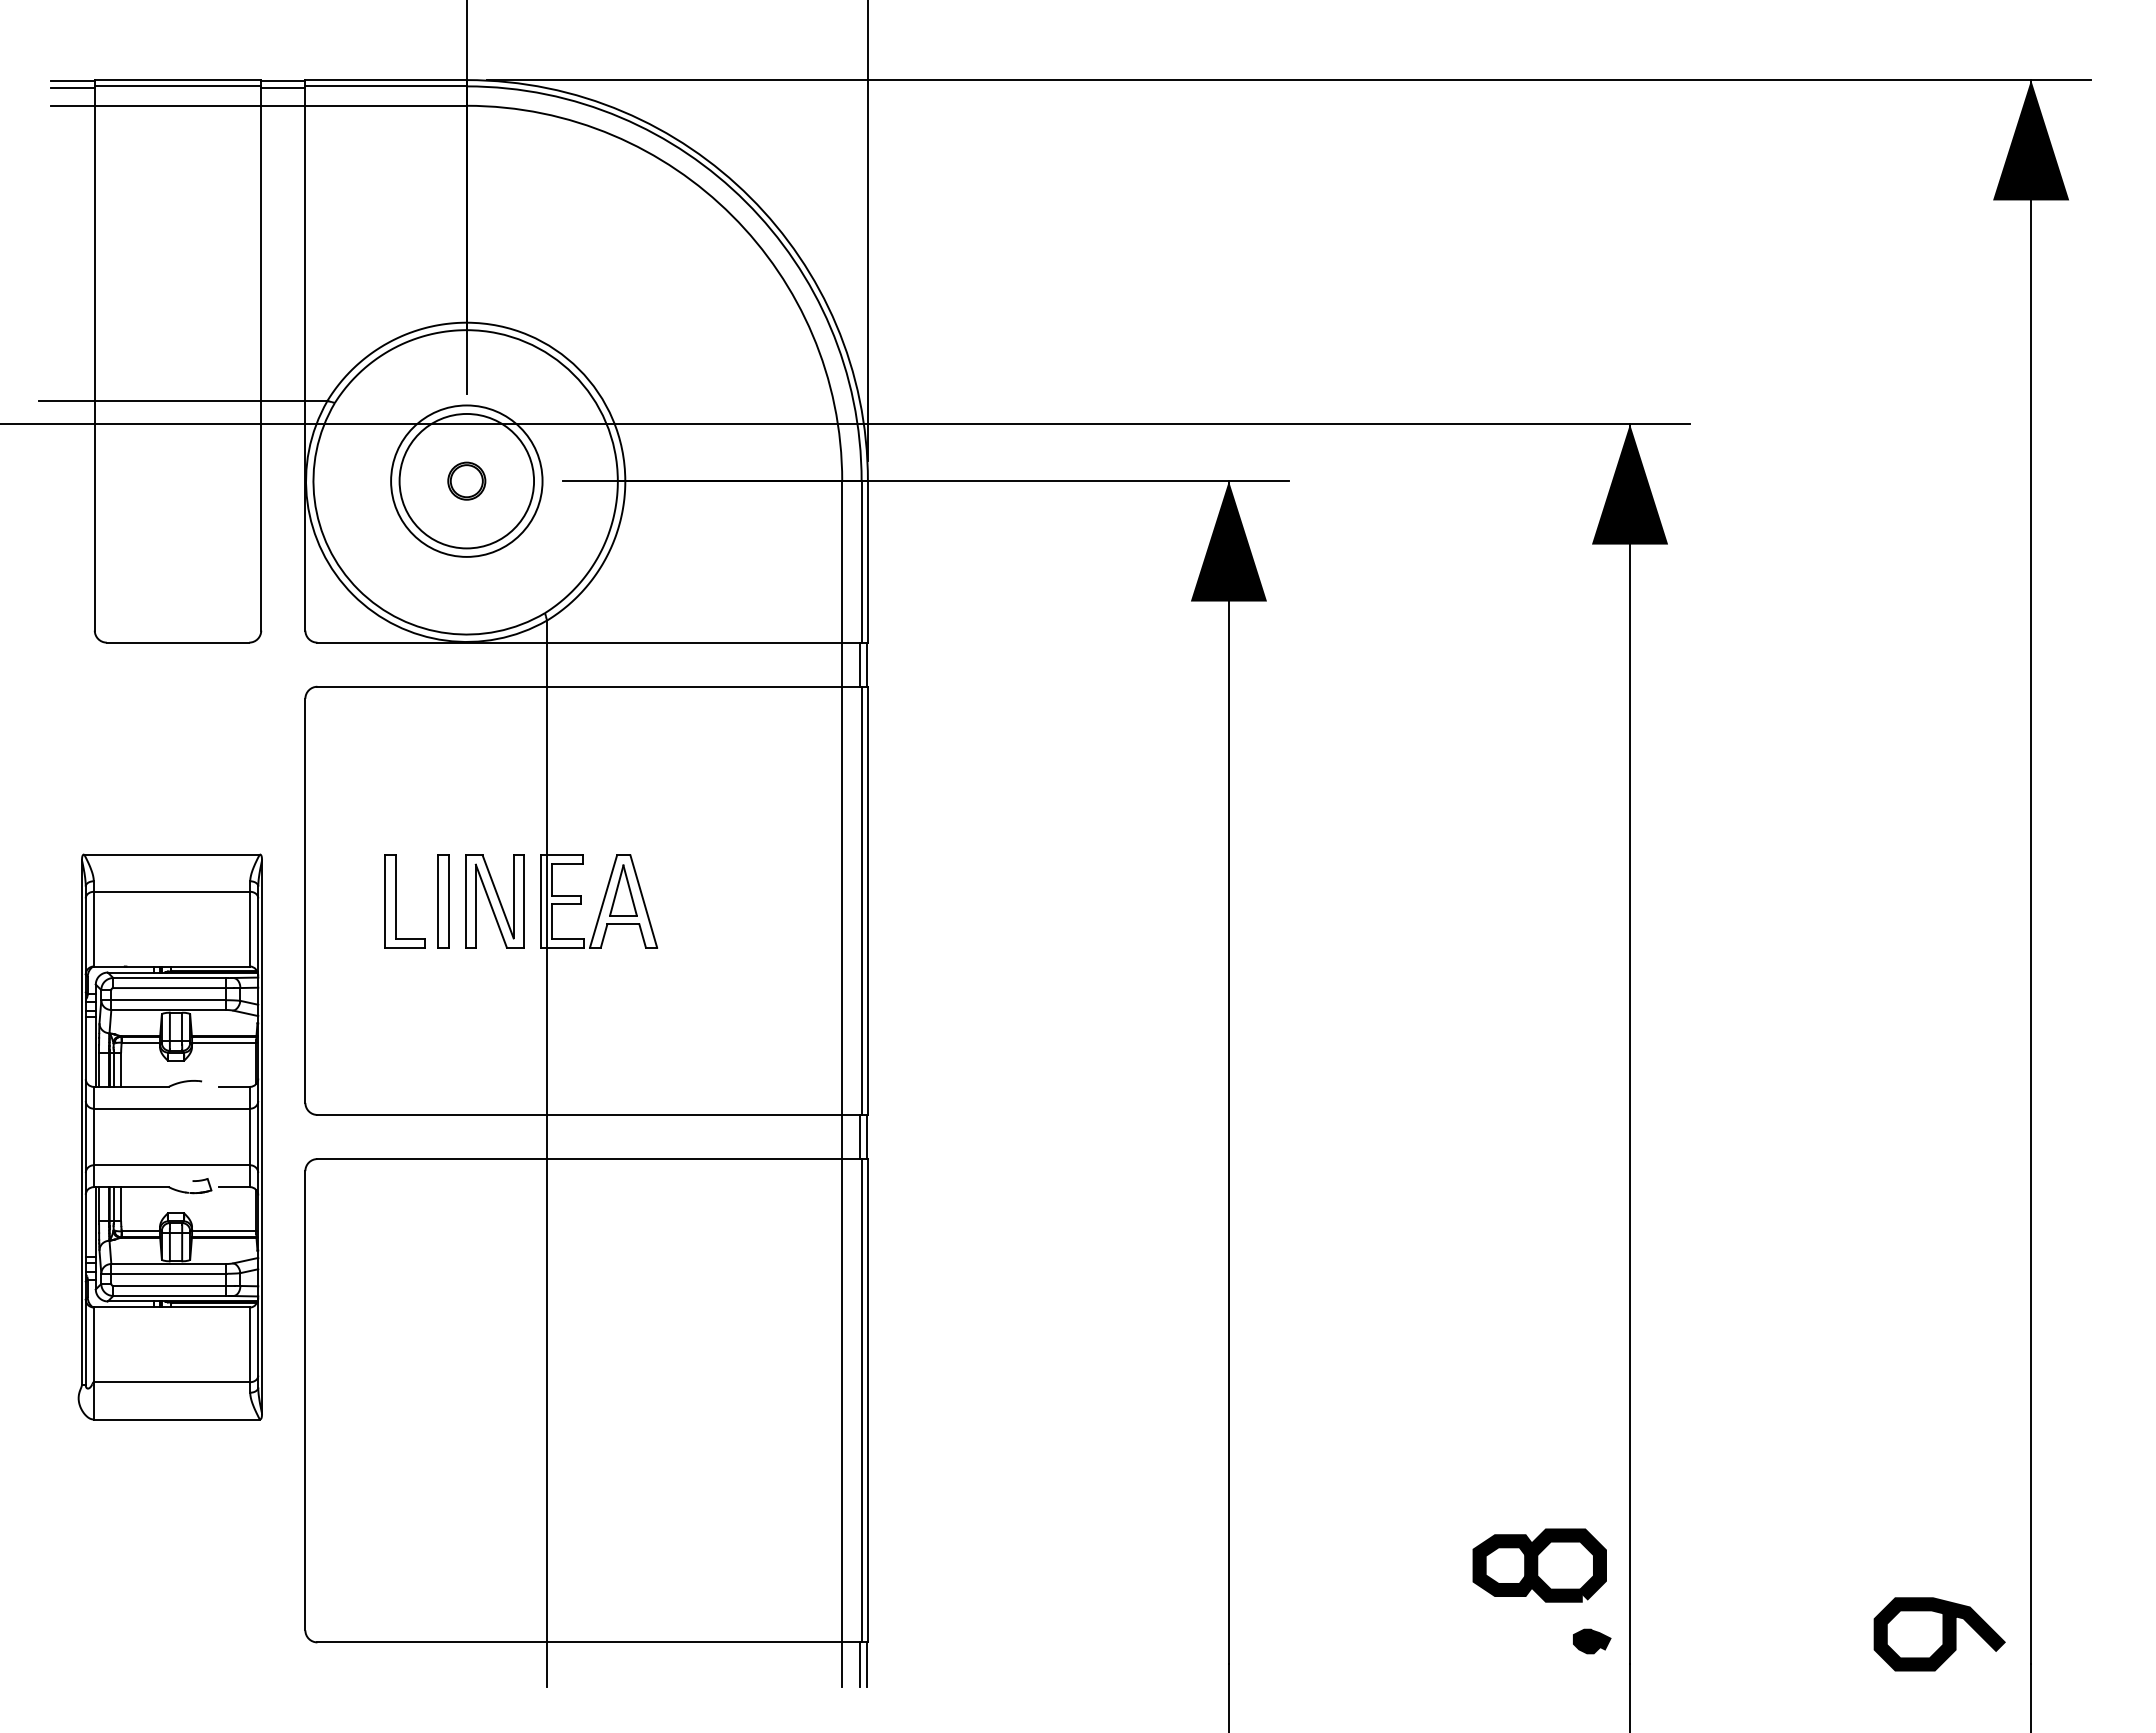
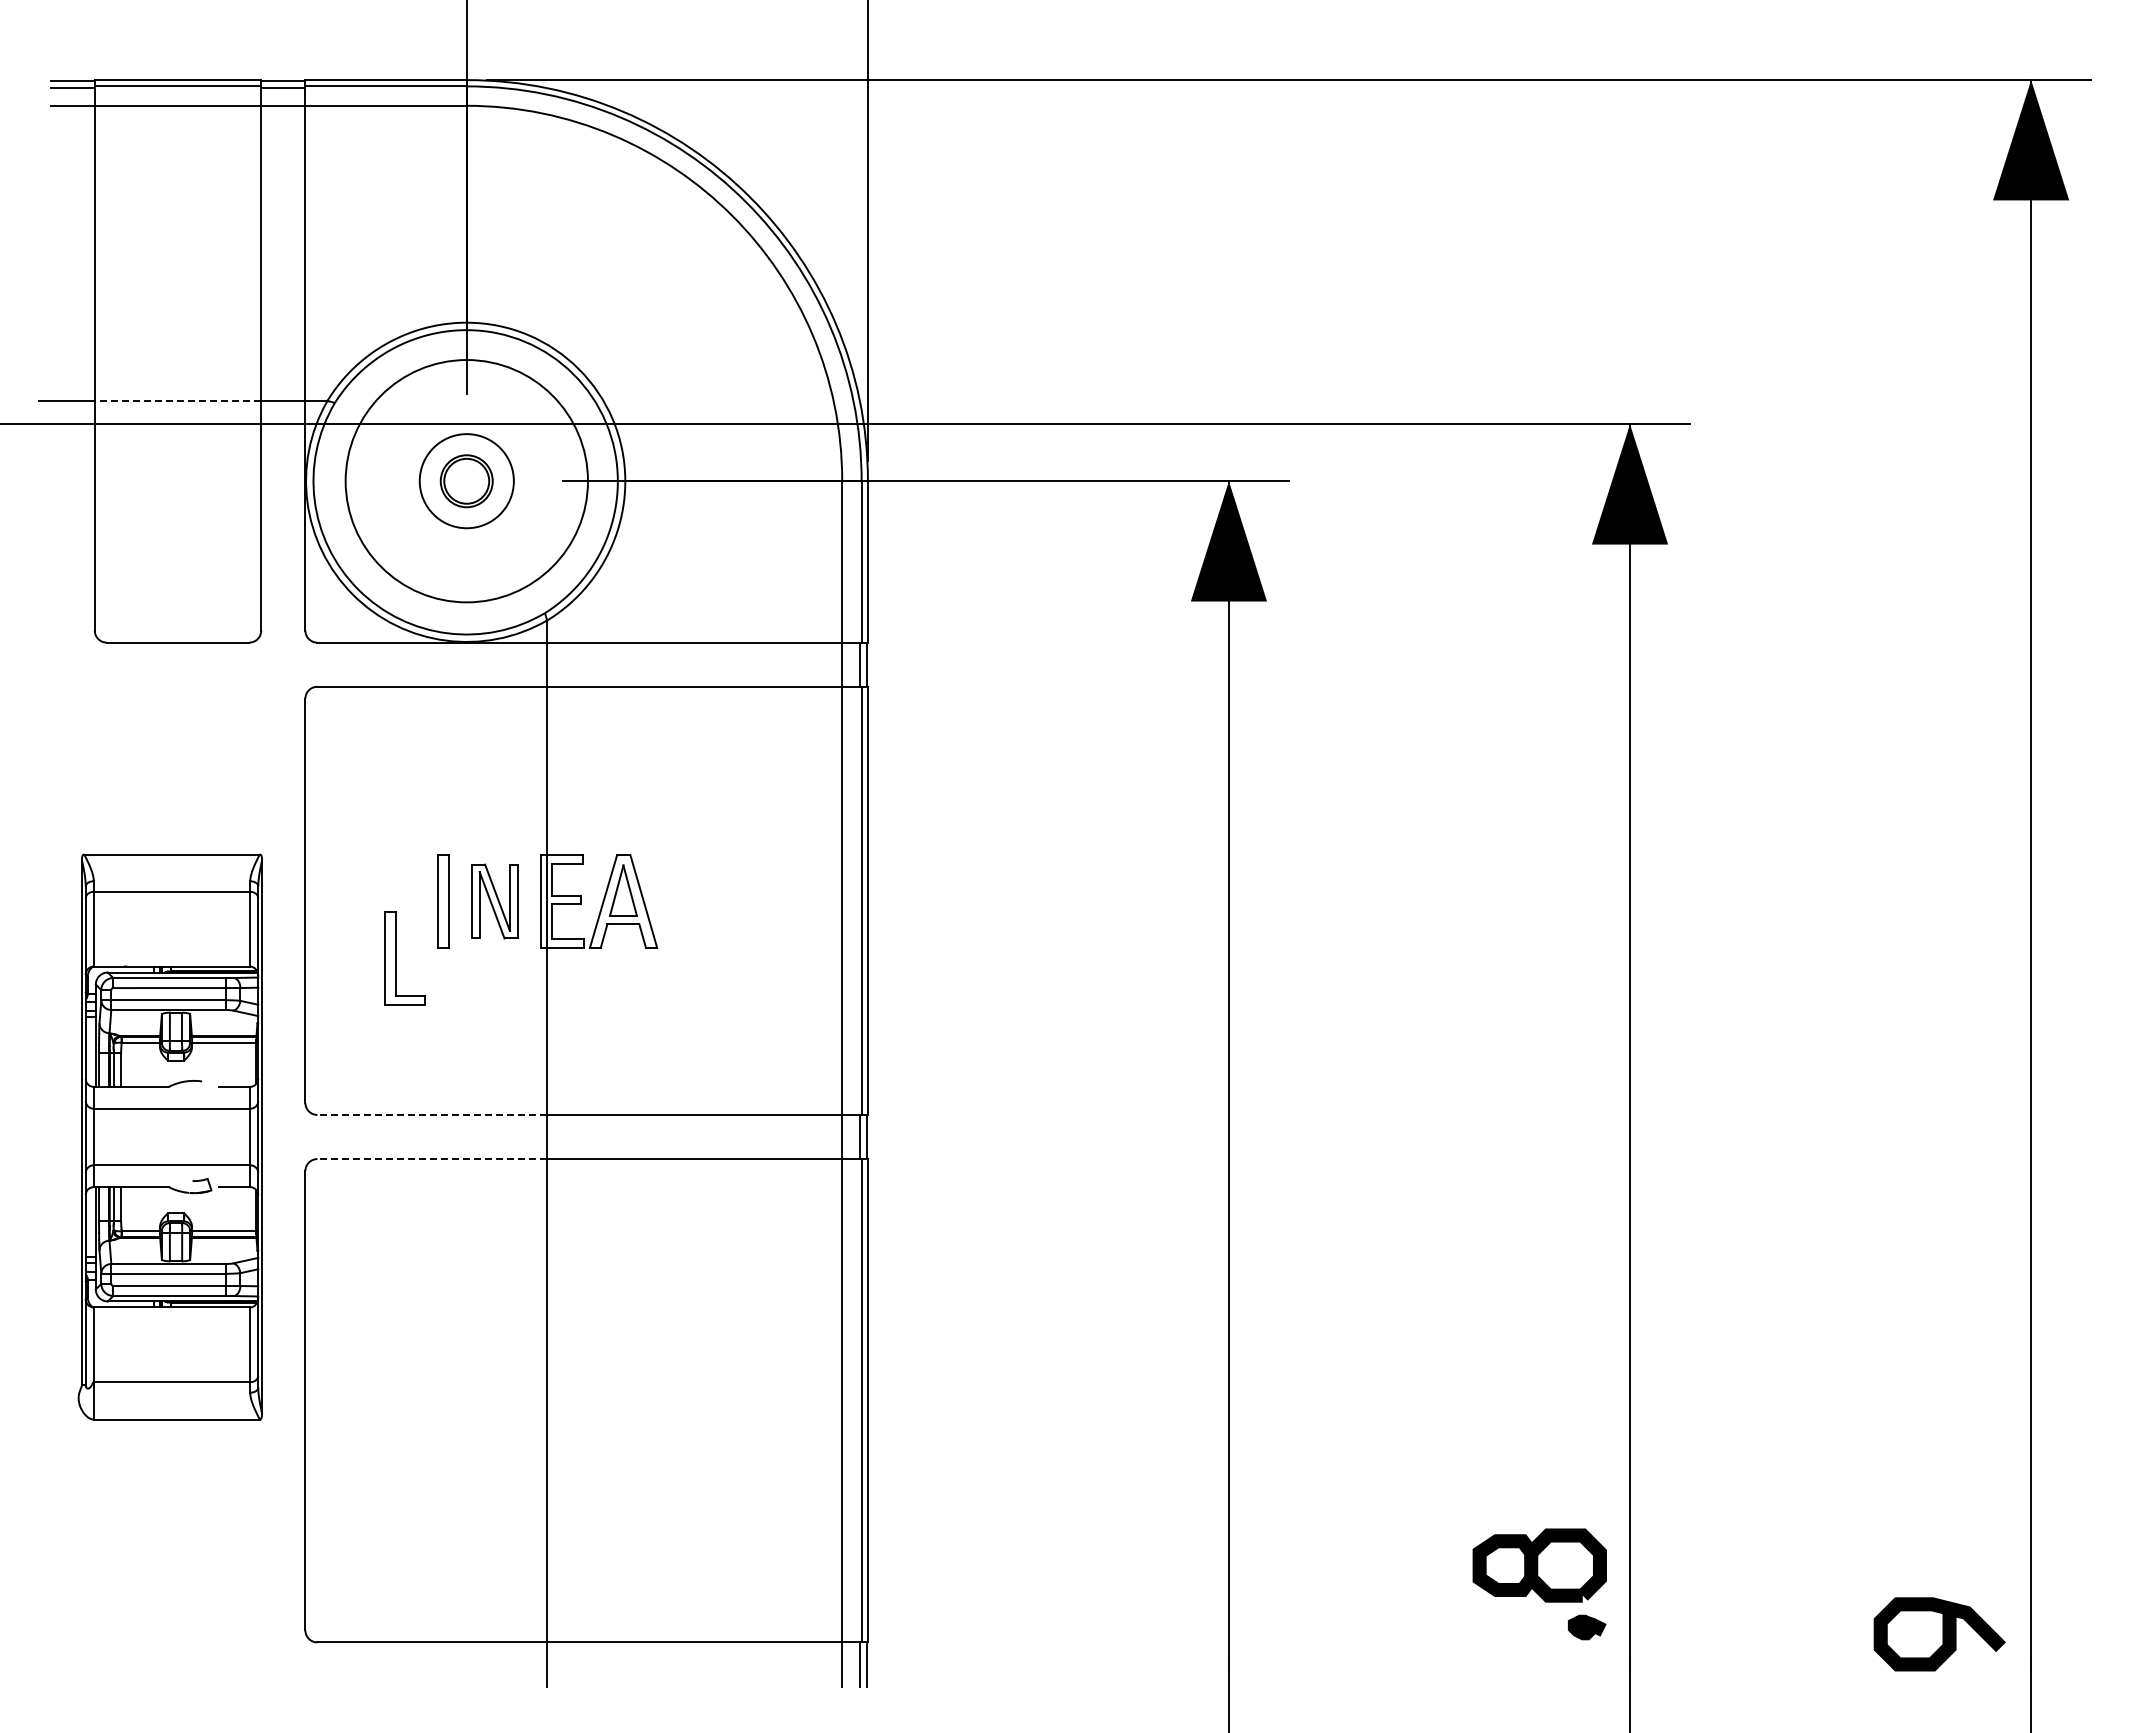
line at (177, 400): solid -> dashed
circle at (466, 480) diameter: 134 px -> 94 px
circle at (466, 480) diameter: 151 px -> 242 px
part at (466, 480) size: 40x40 px -> 55x55 px
part at (396, 901) position: (396, 901) -> (396, 958)
part at (494, 901) size: 60x95 px -> 48x77 px
line at (432, 1114): solid -> dashed
line at (432, 1159): solid -> dashed
part at (1592, 1641) position: (1592, 1641) -> (1587, 1627)
